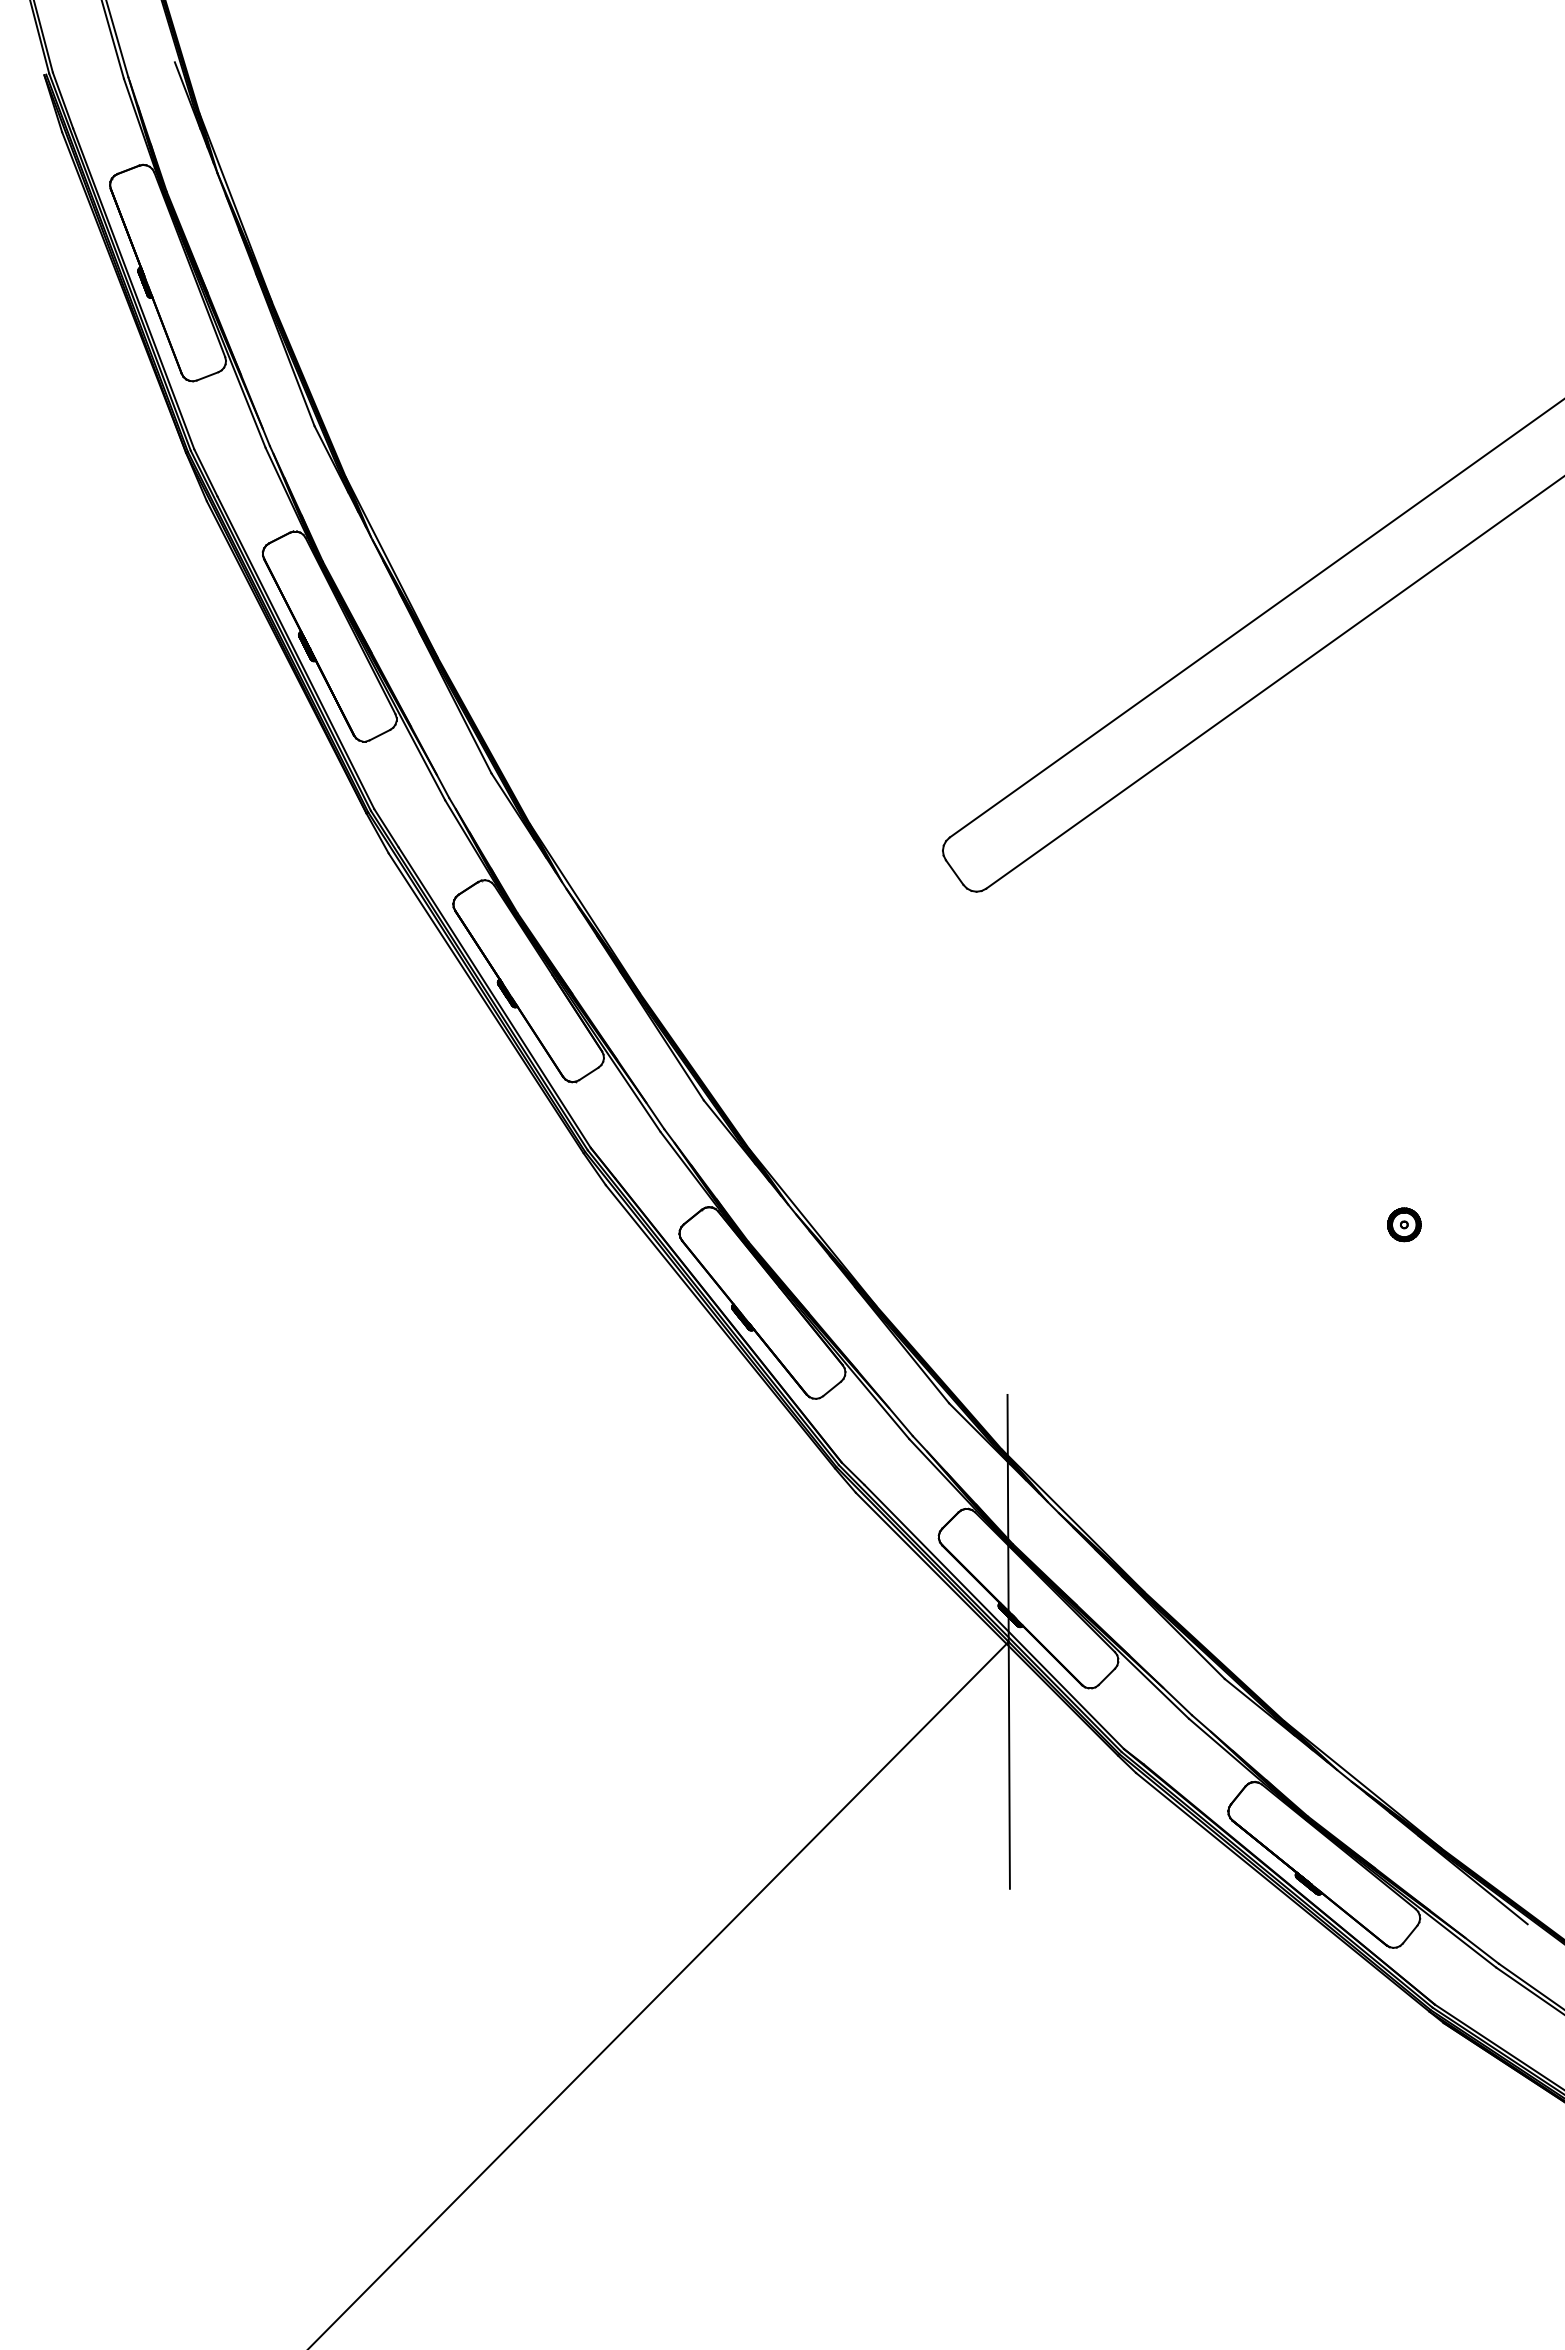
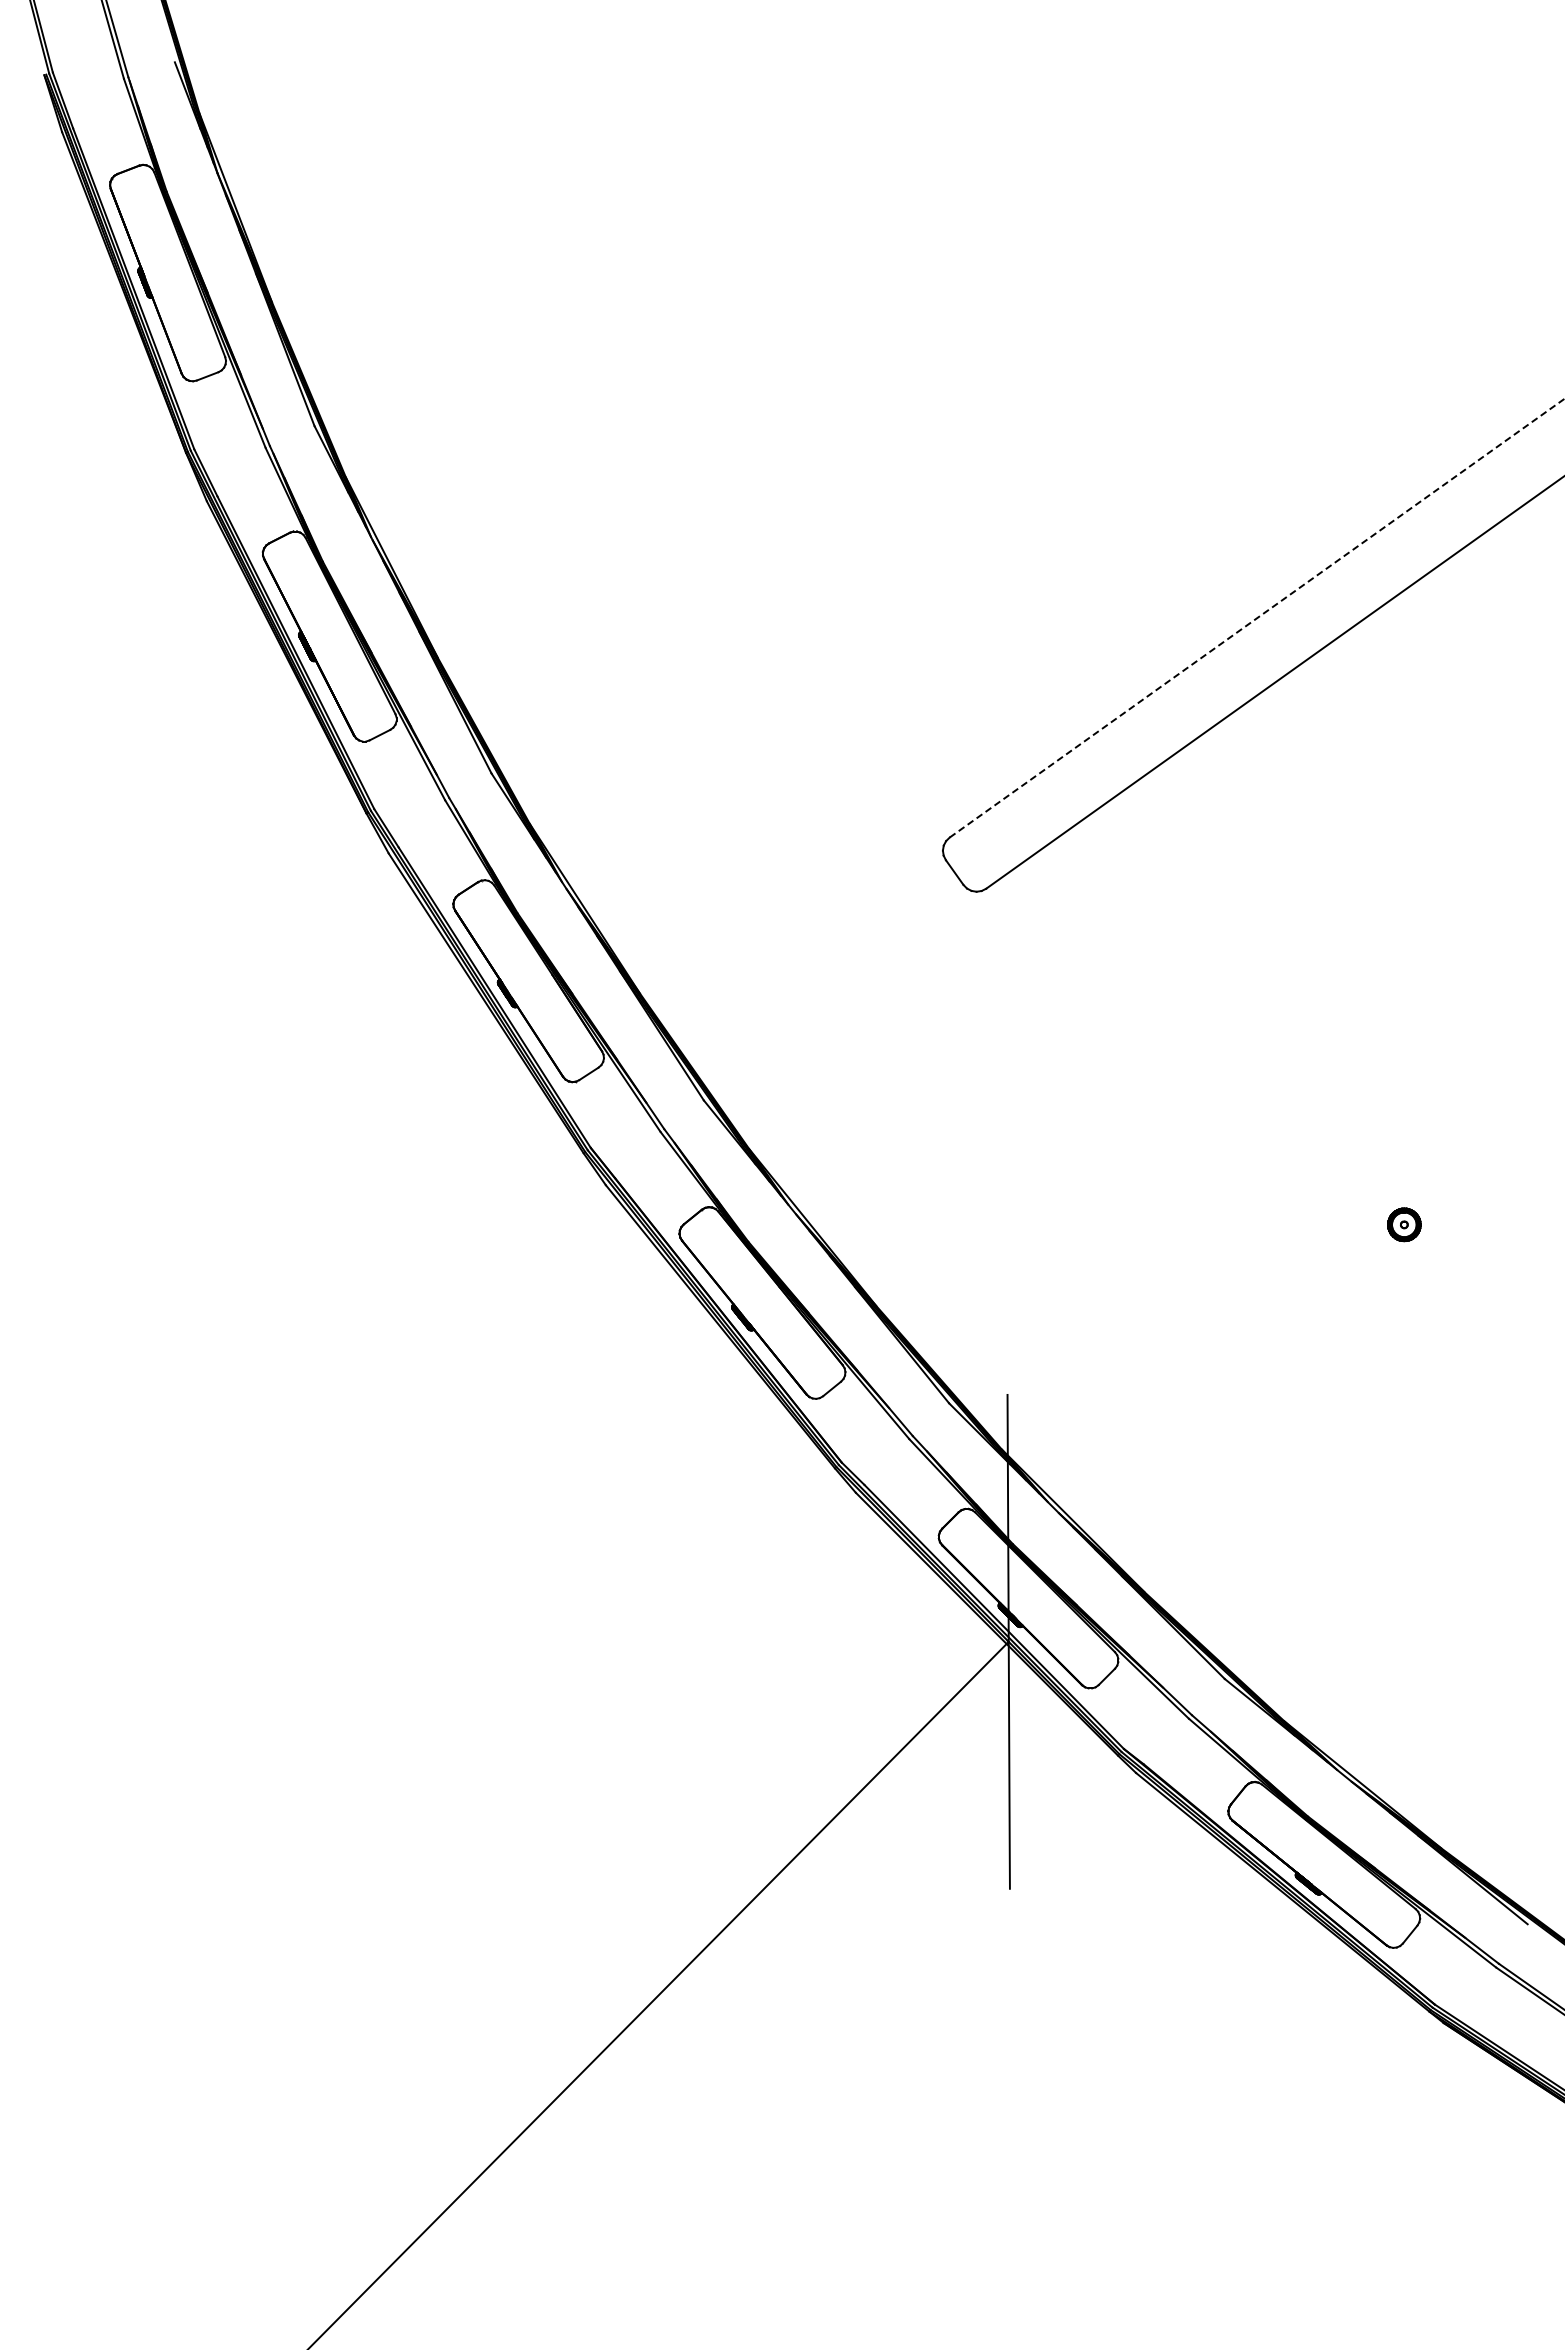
line at (1257, 618): solid -> dashed
